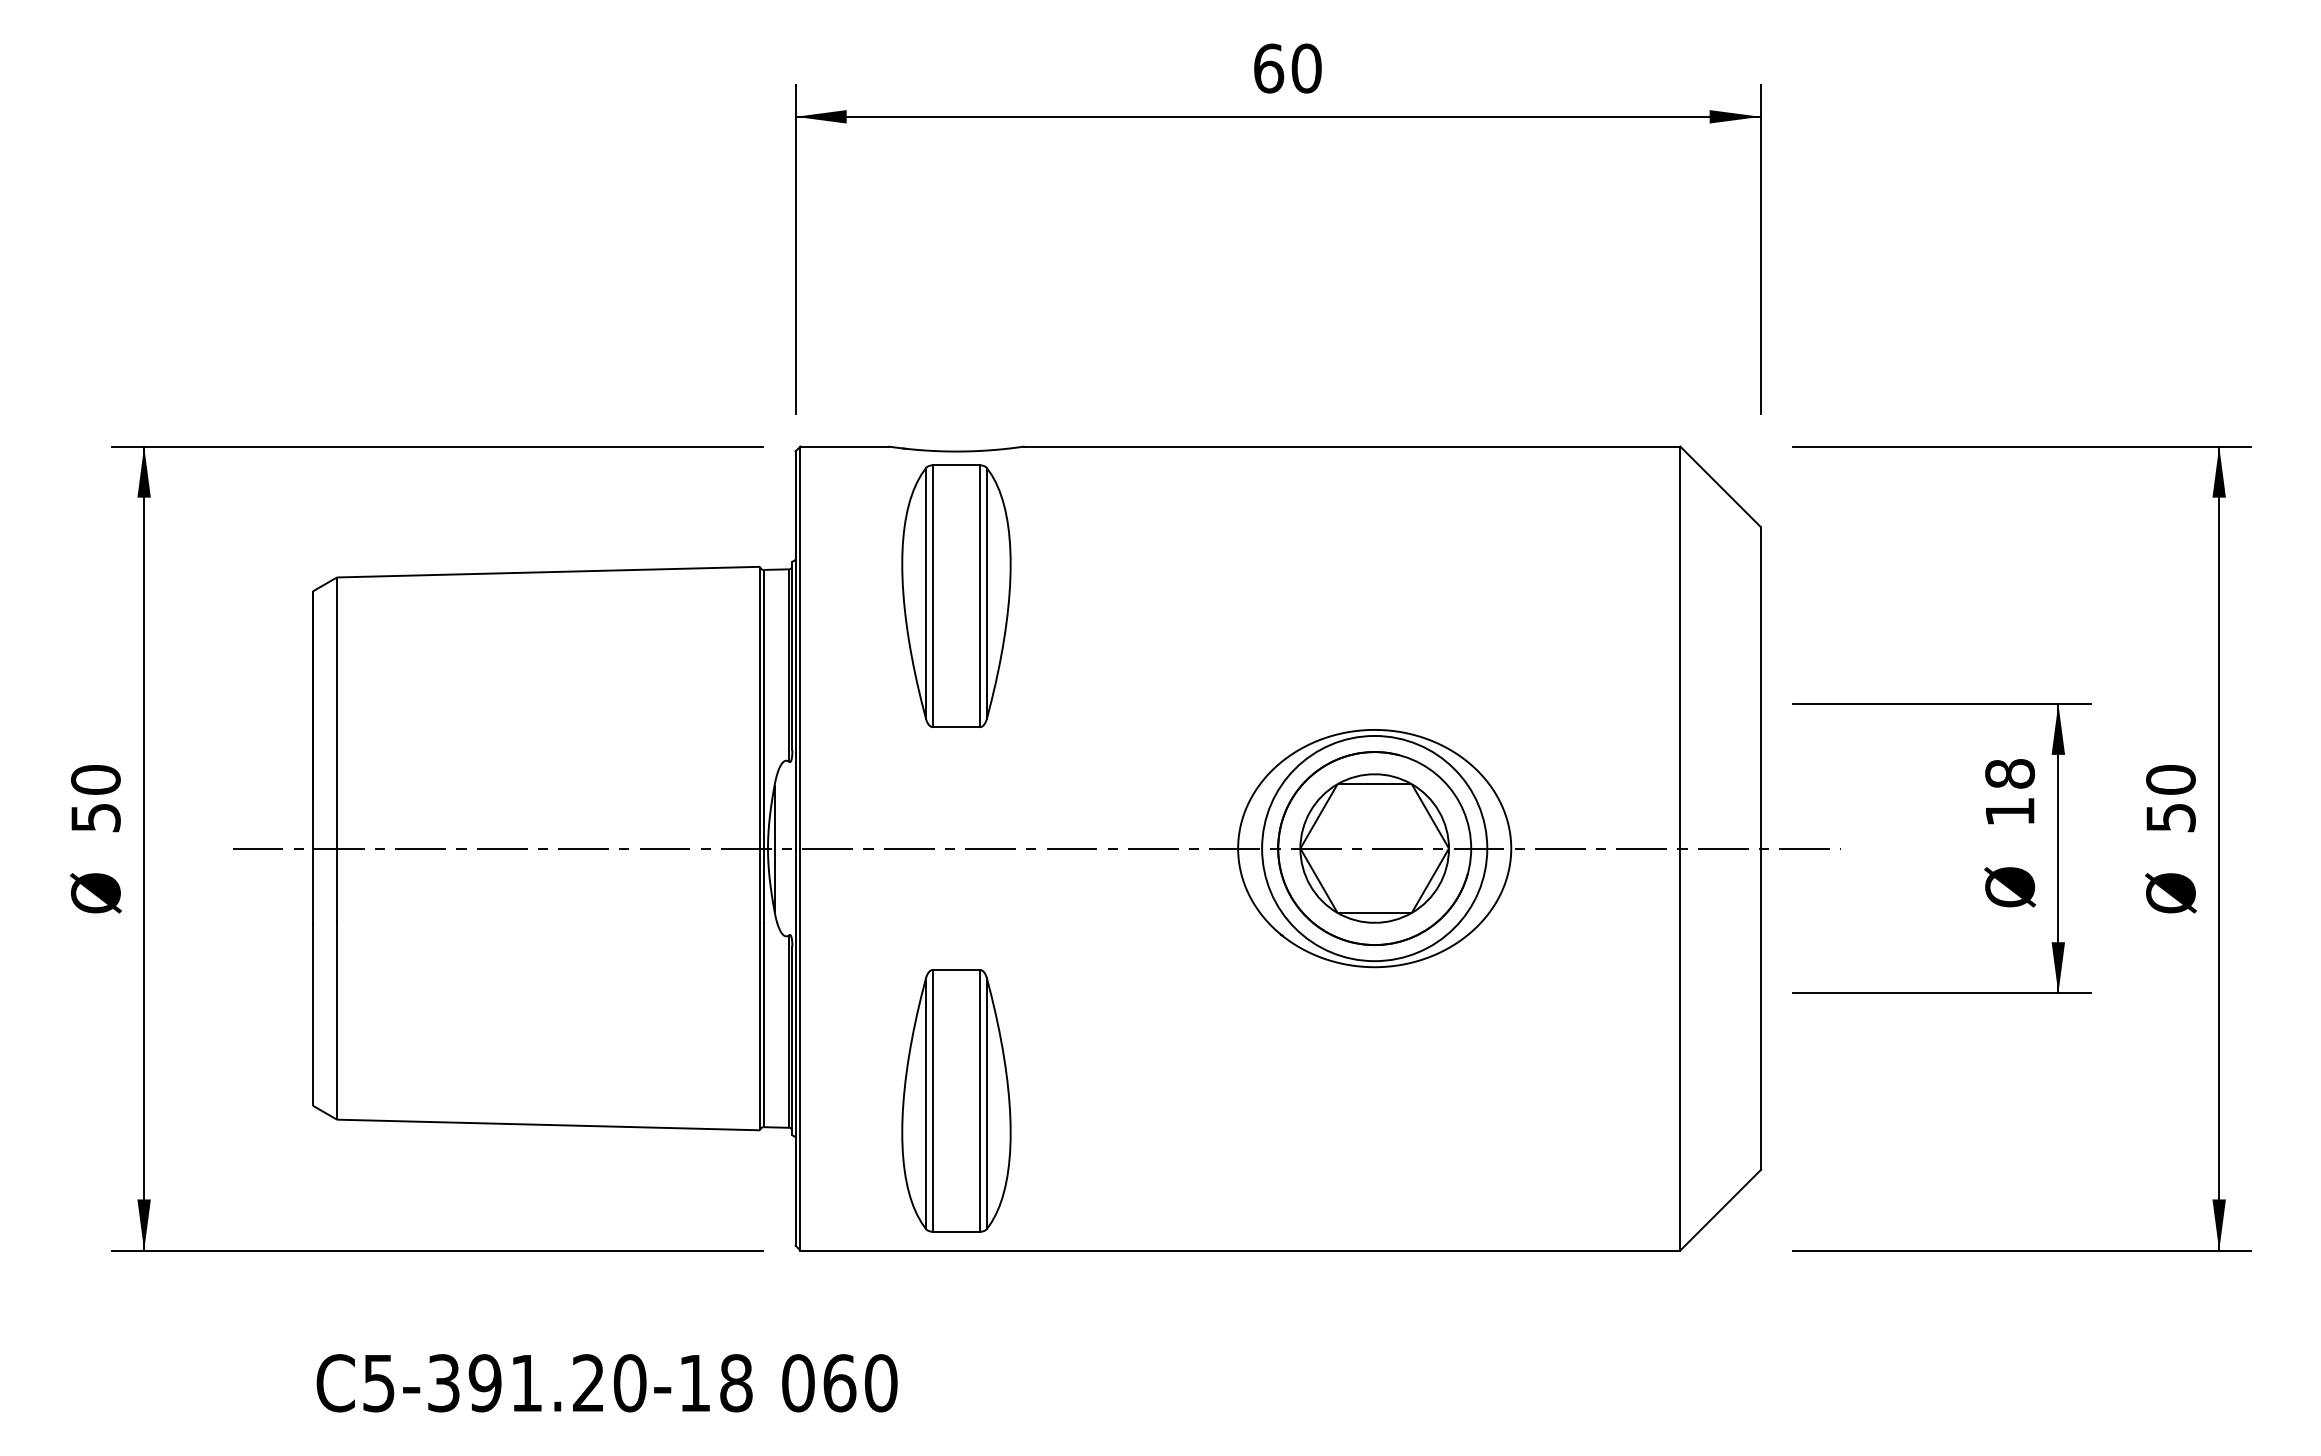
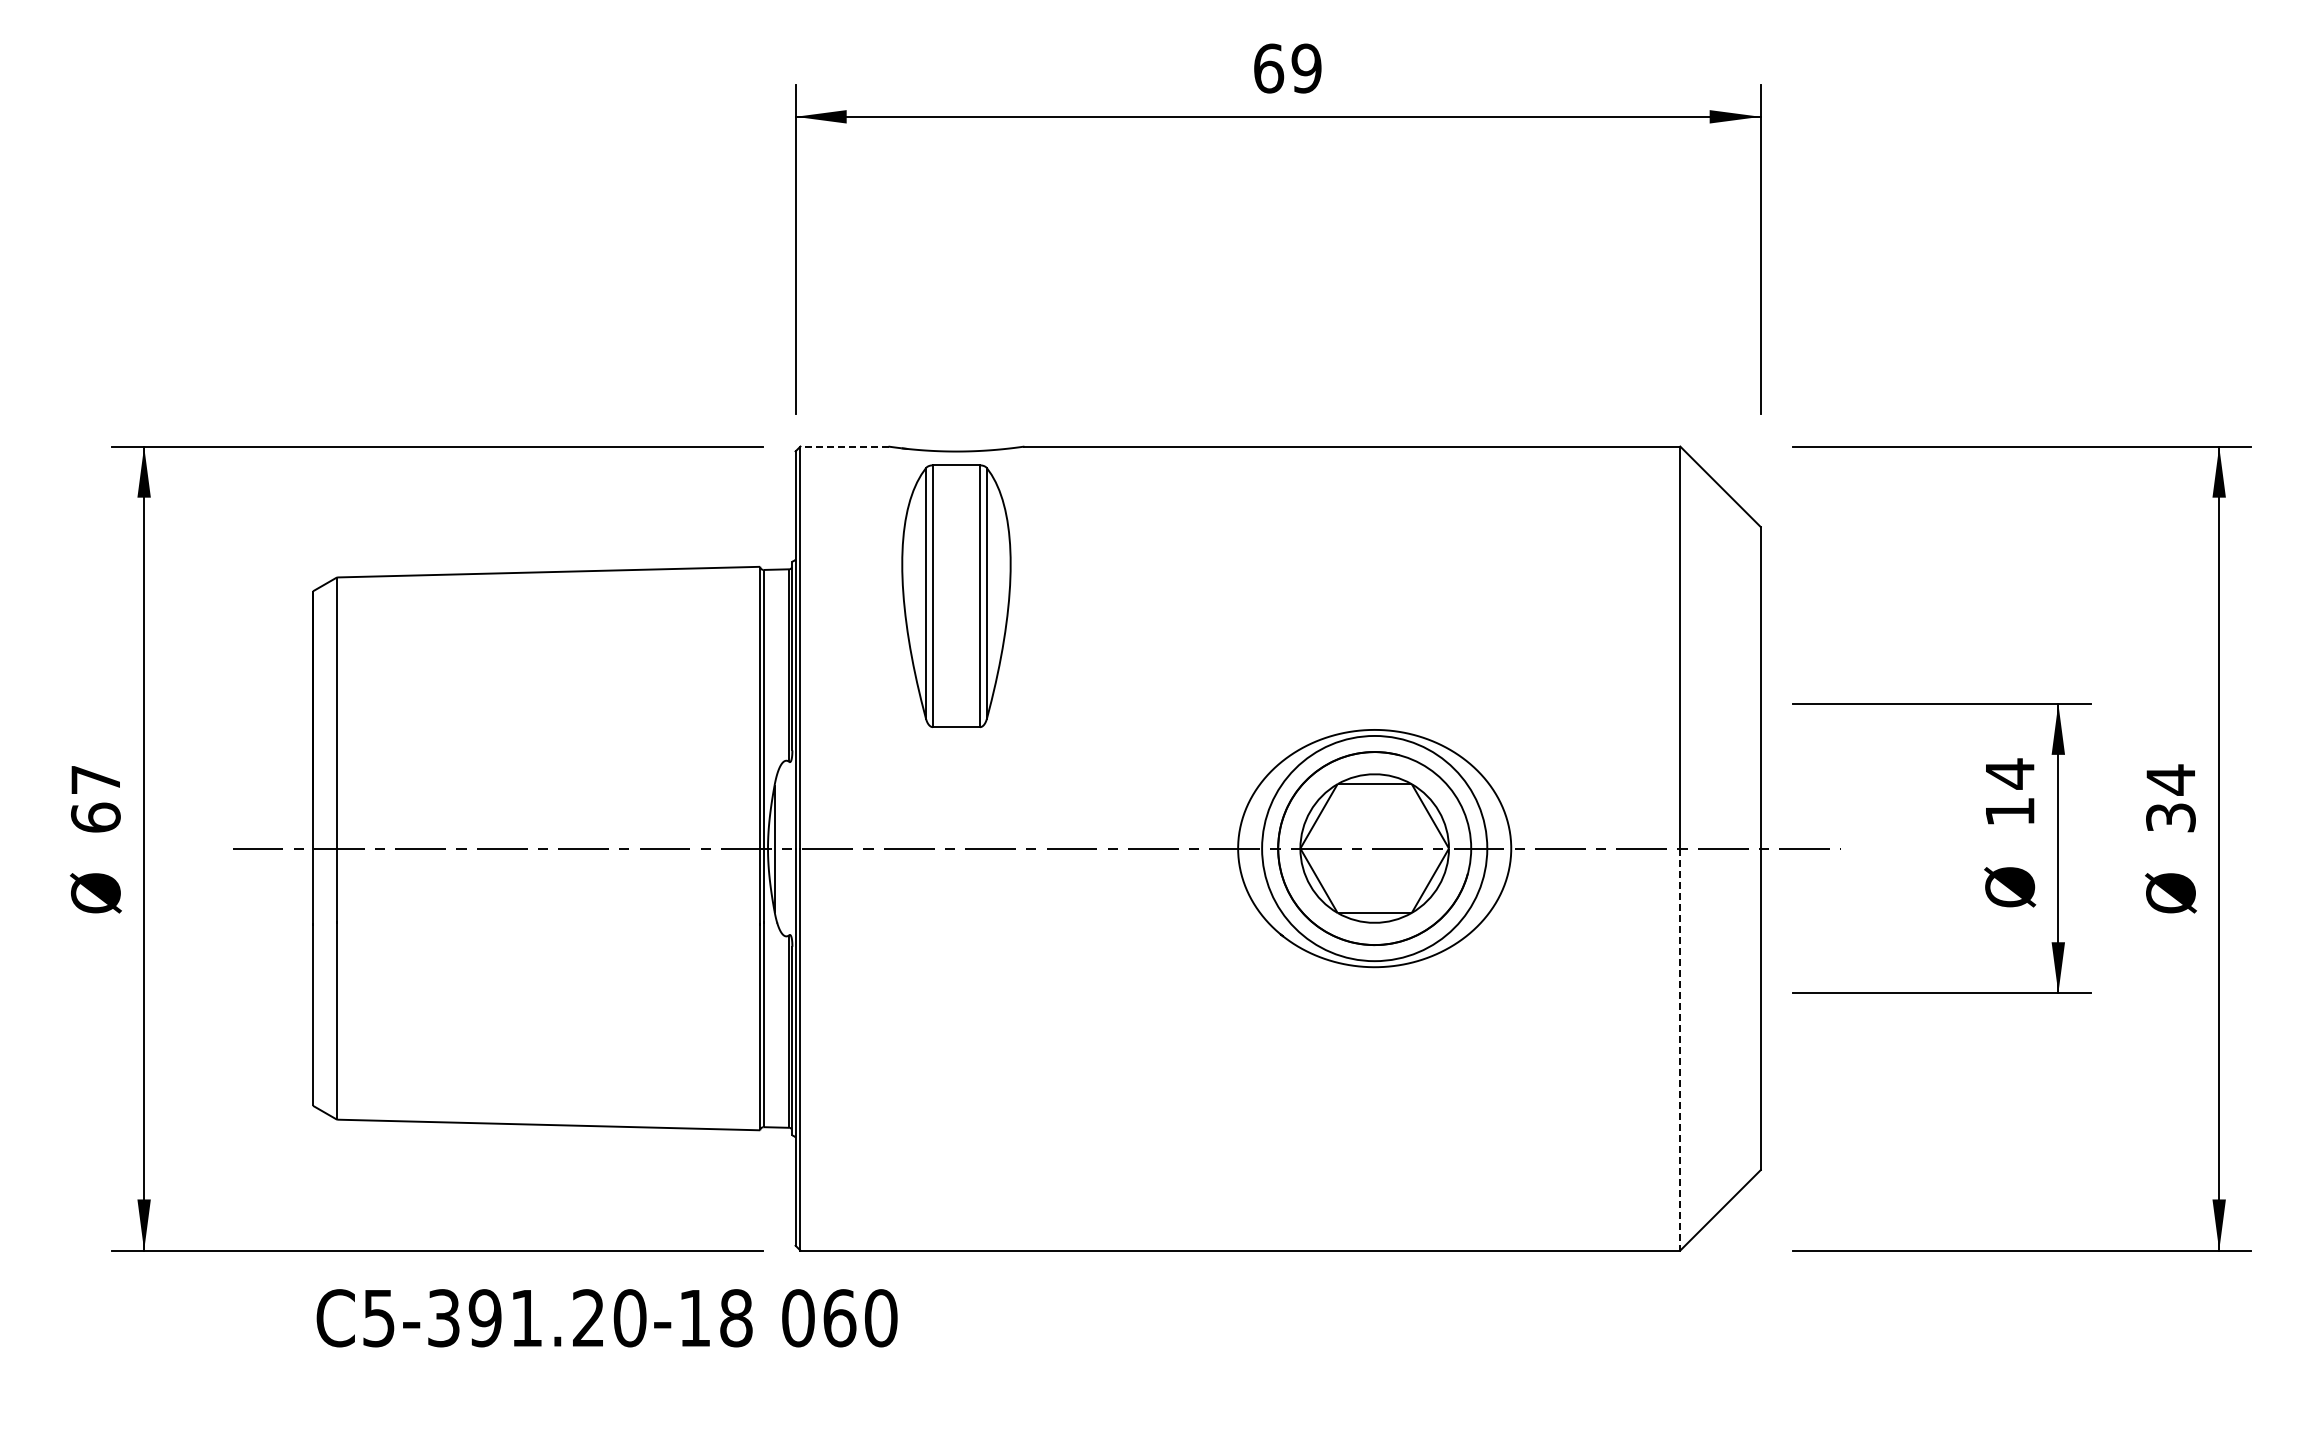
text at (1306, 68): 60 -> 69
line at (844, 446): solid -> dashed
text at (2010, 773): 18 -> 14
text at (2170, 797): 50 -> 34
text at (95, 798): 50 -> 67
line at (1680, 1049): solid -> dashed
part at (956, 1100): present -> none
text at (606, 1383) position: (606, 1383) -> (606, 1318)
